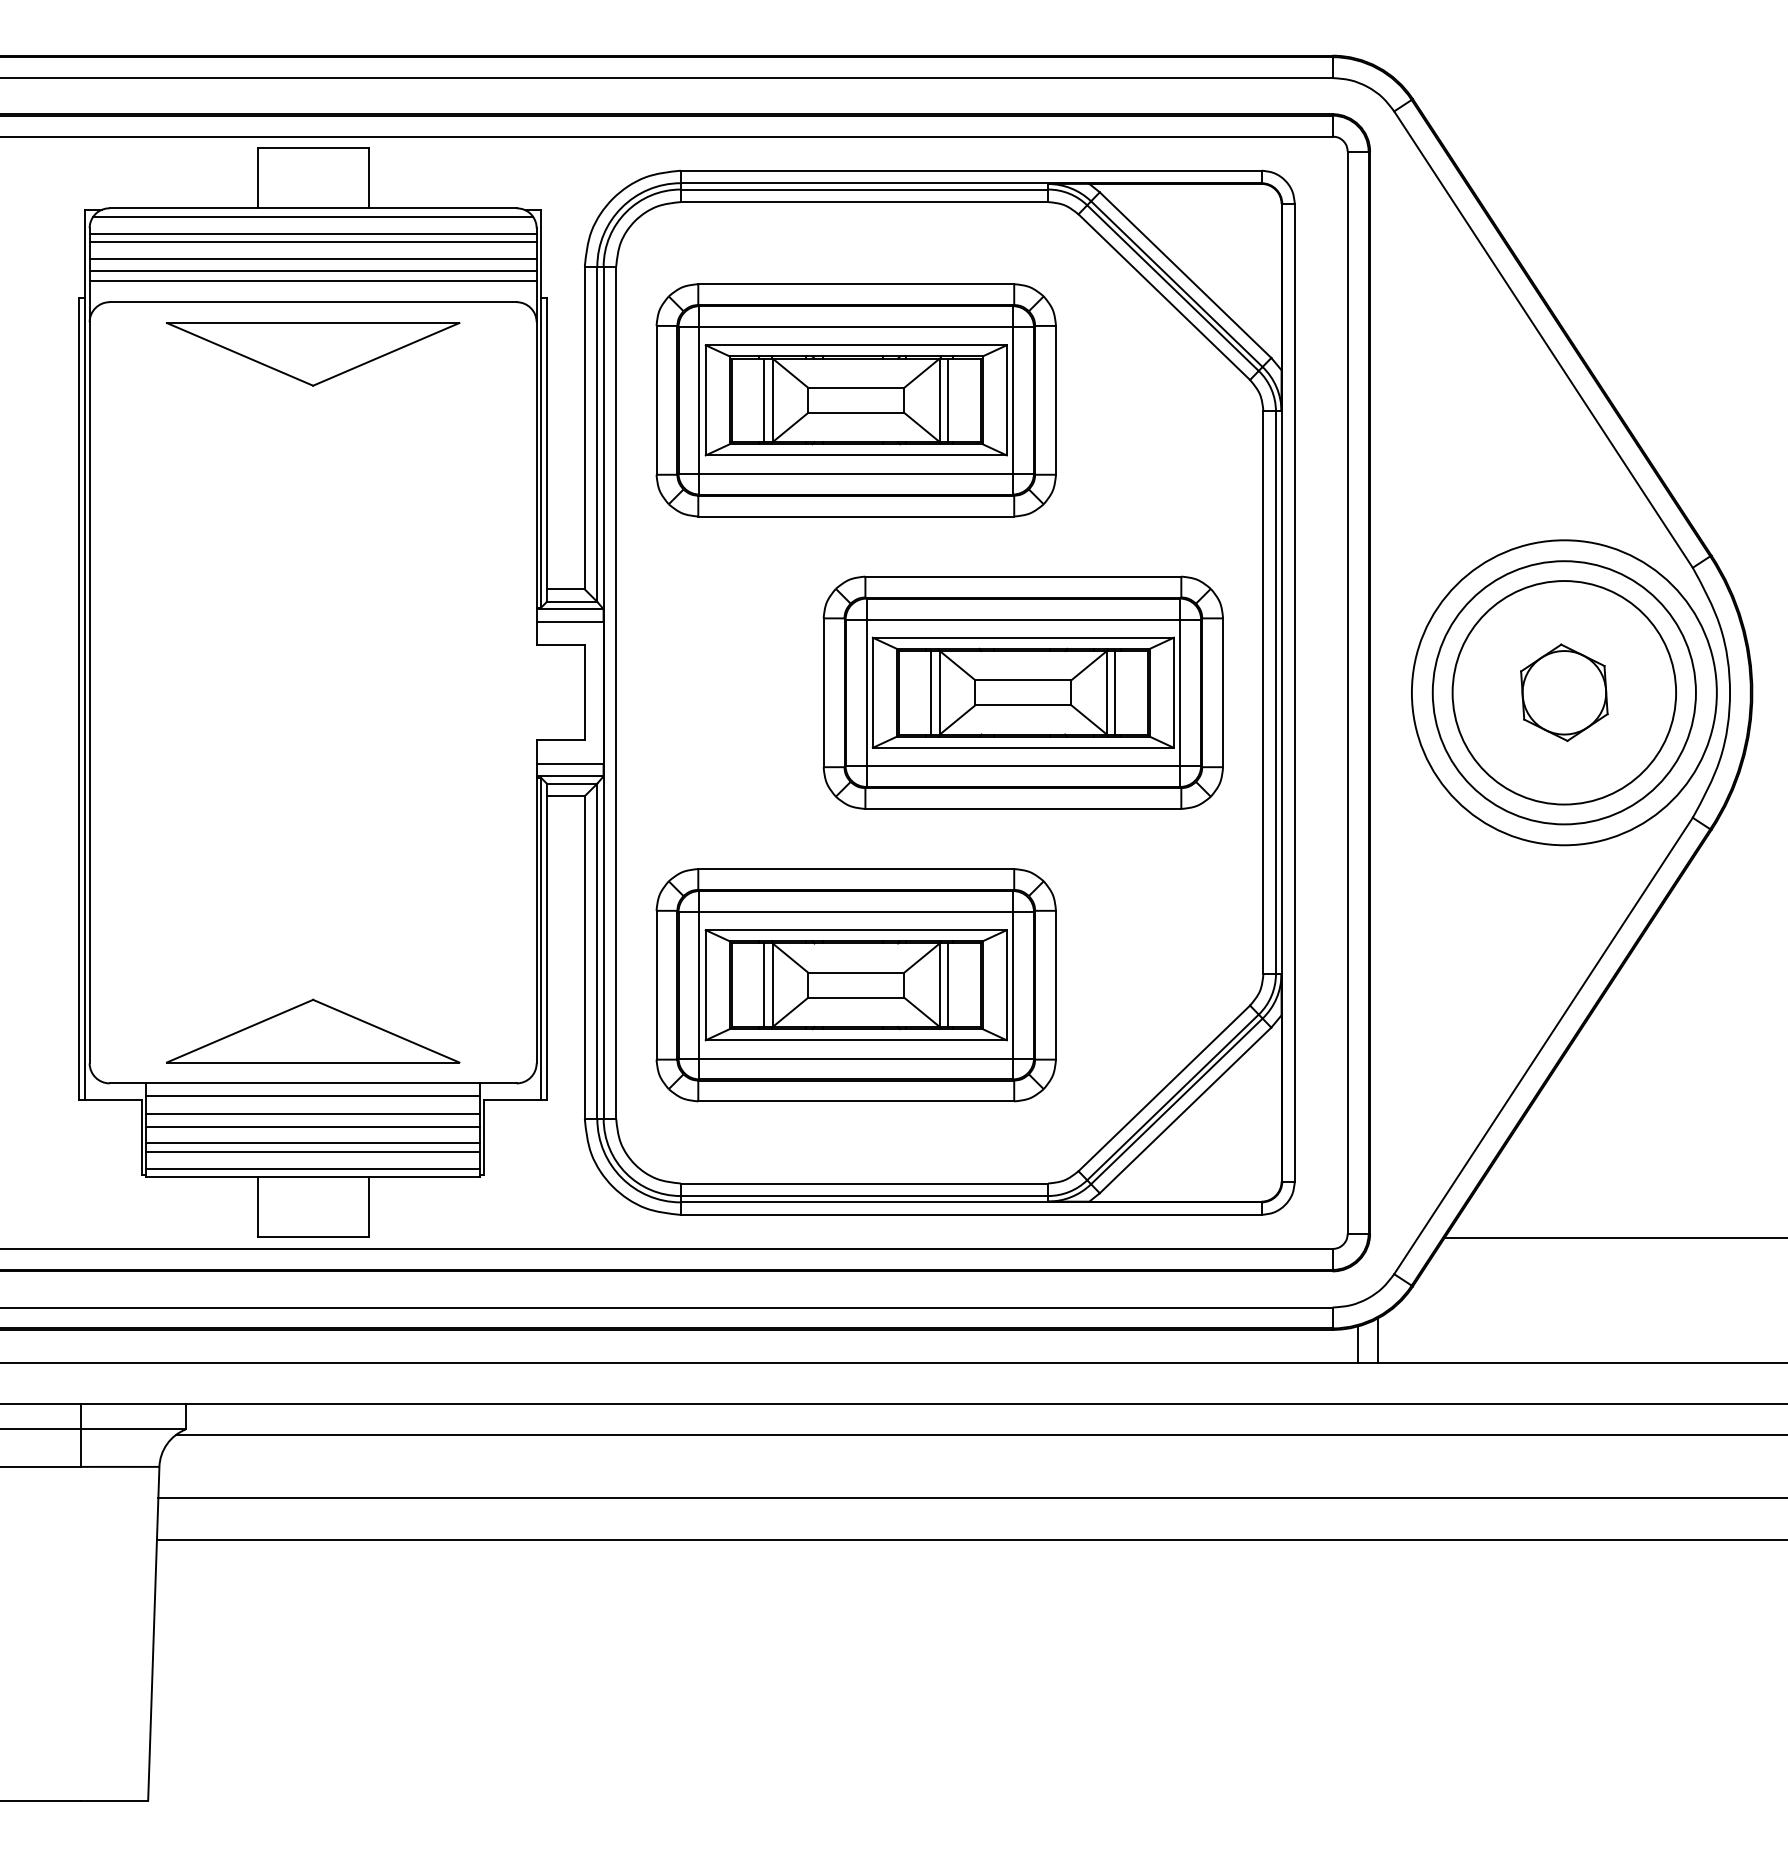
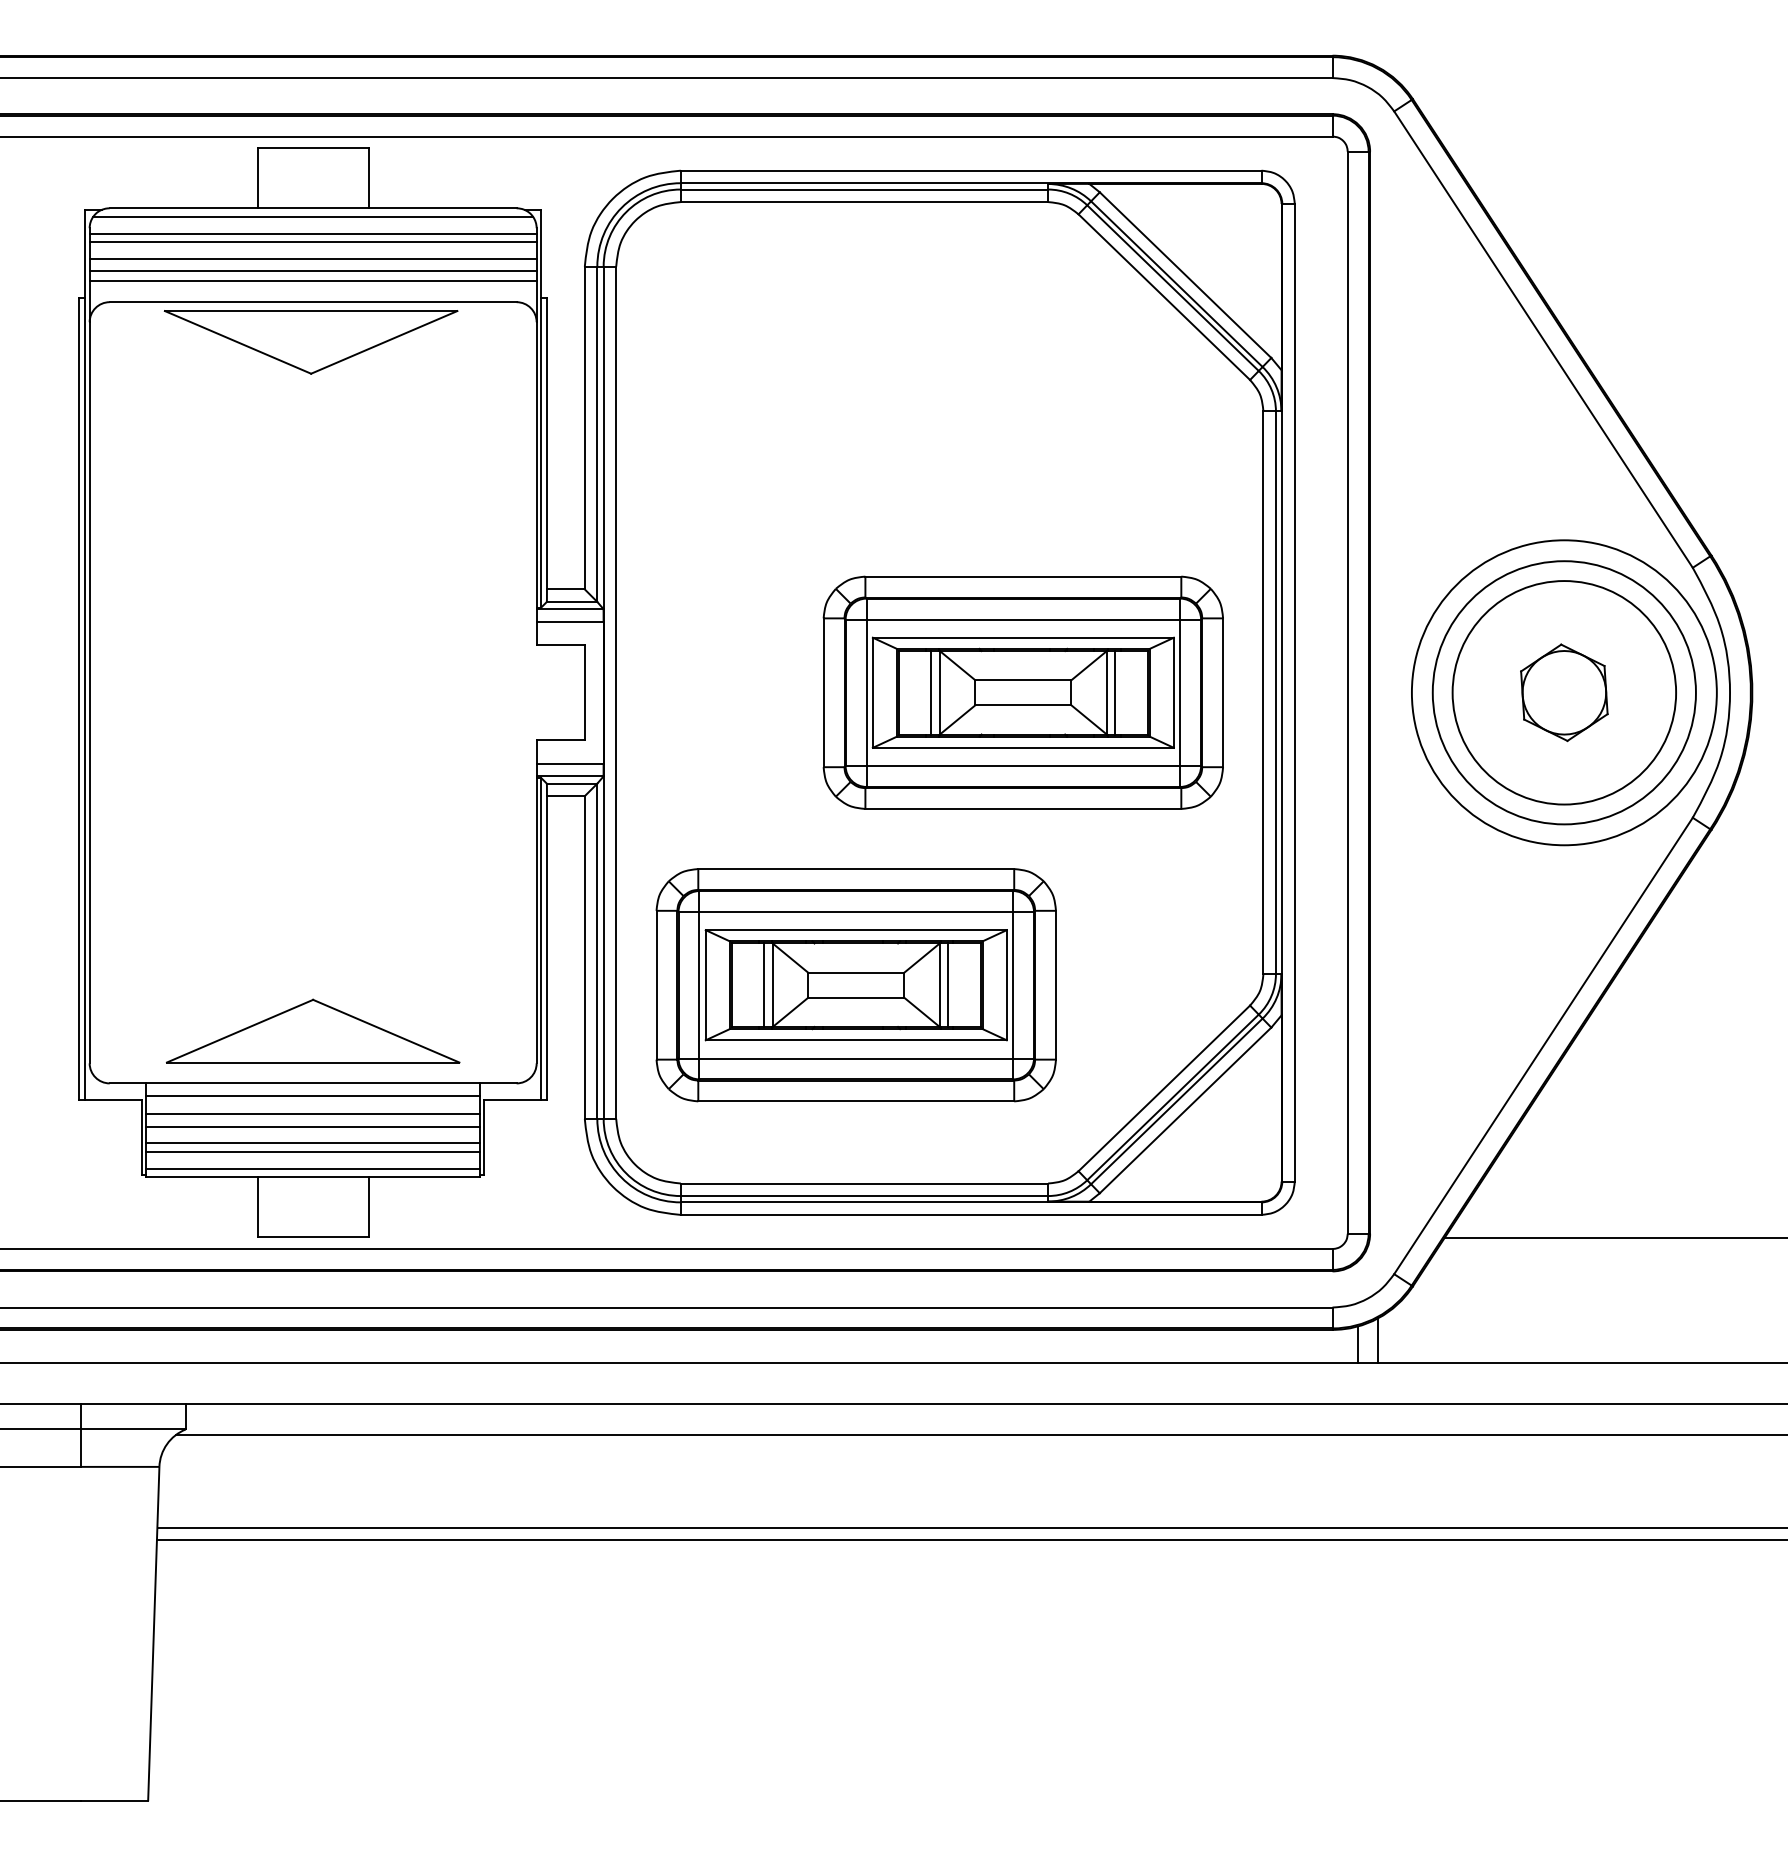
part at (312, 354) position: (312, 354) -> (310, 342)
part at (855, 400): present -> none
line at (971, 1497) position: (971, 1497) -> (971, 1527)
